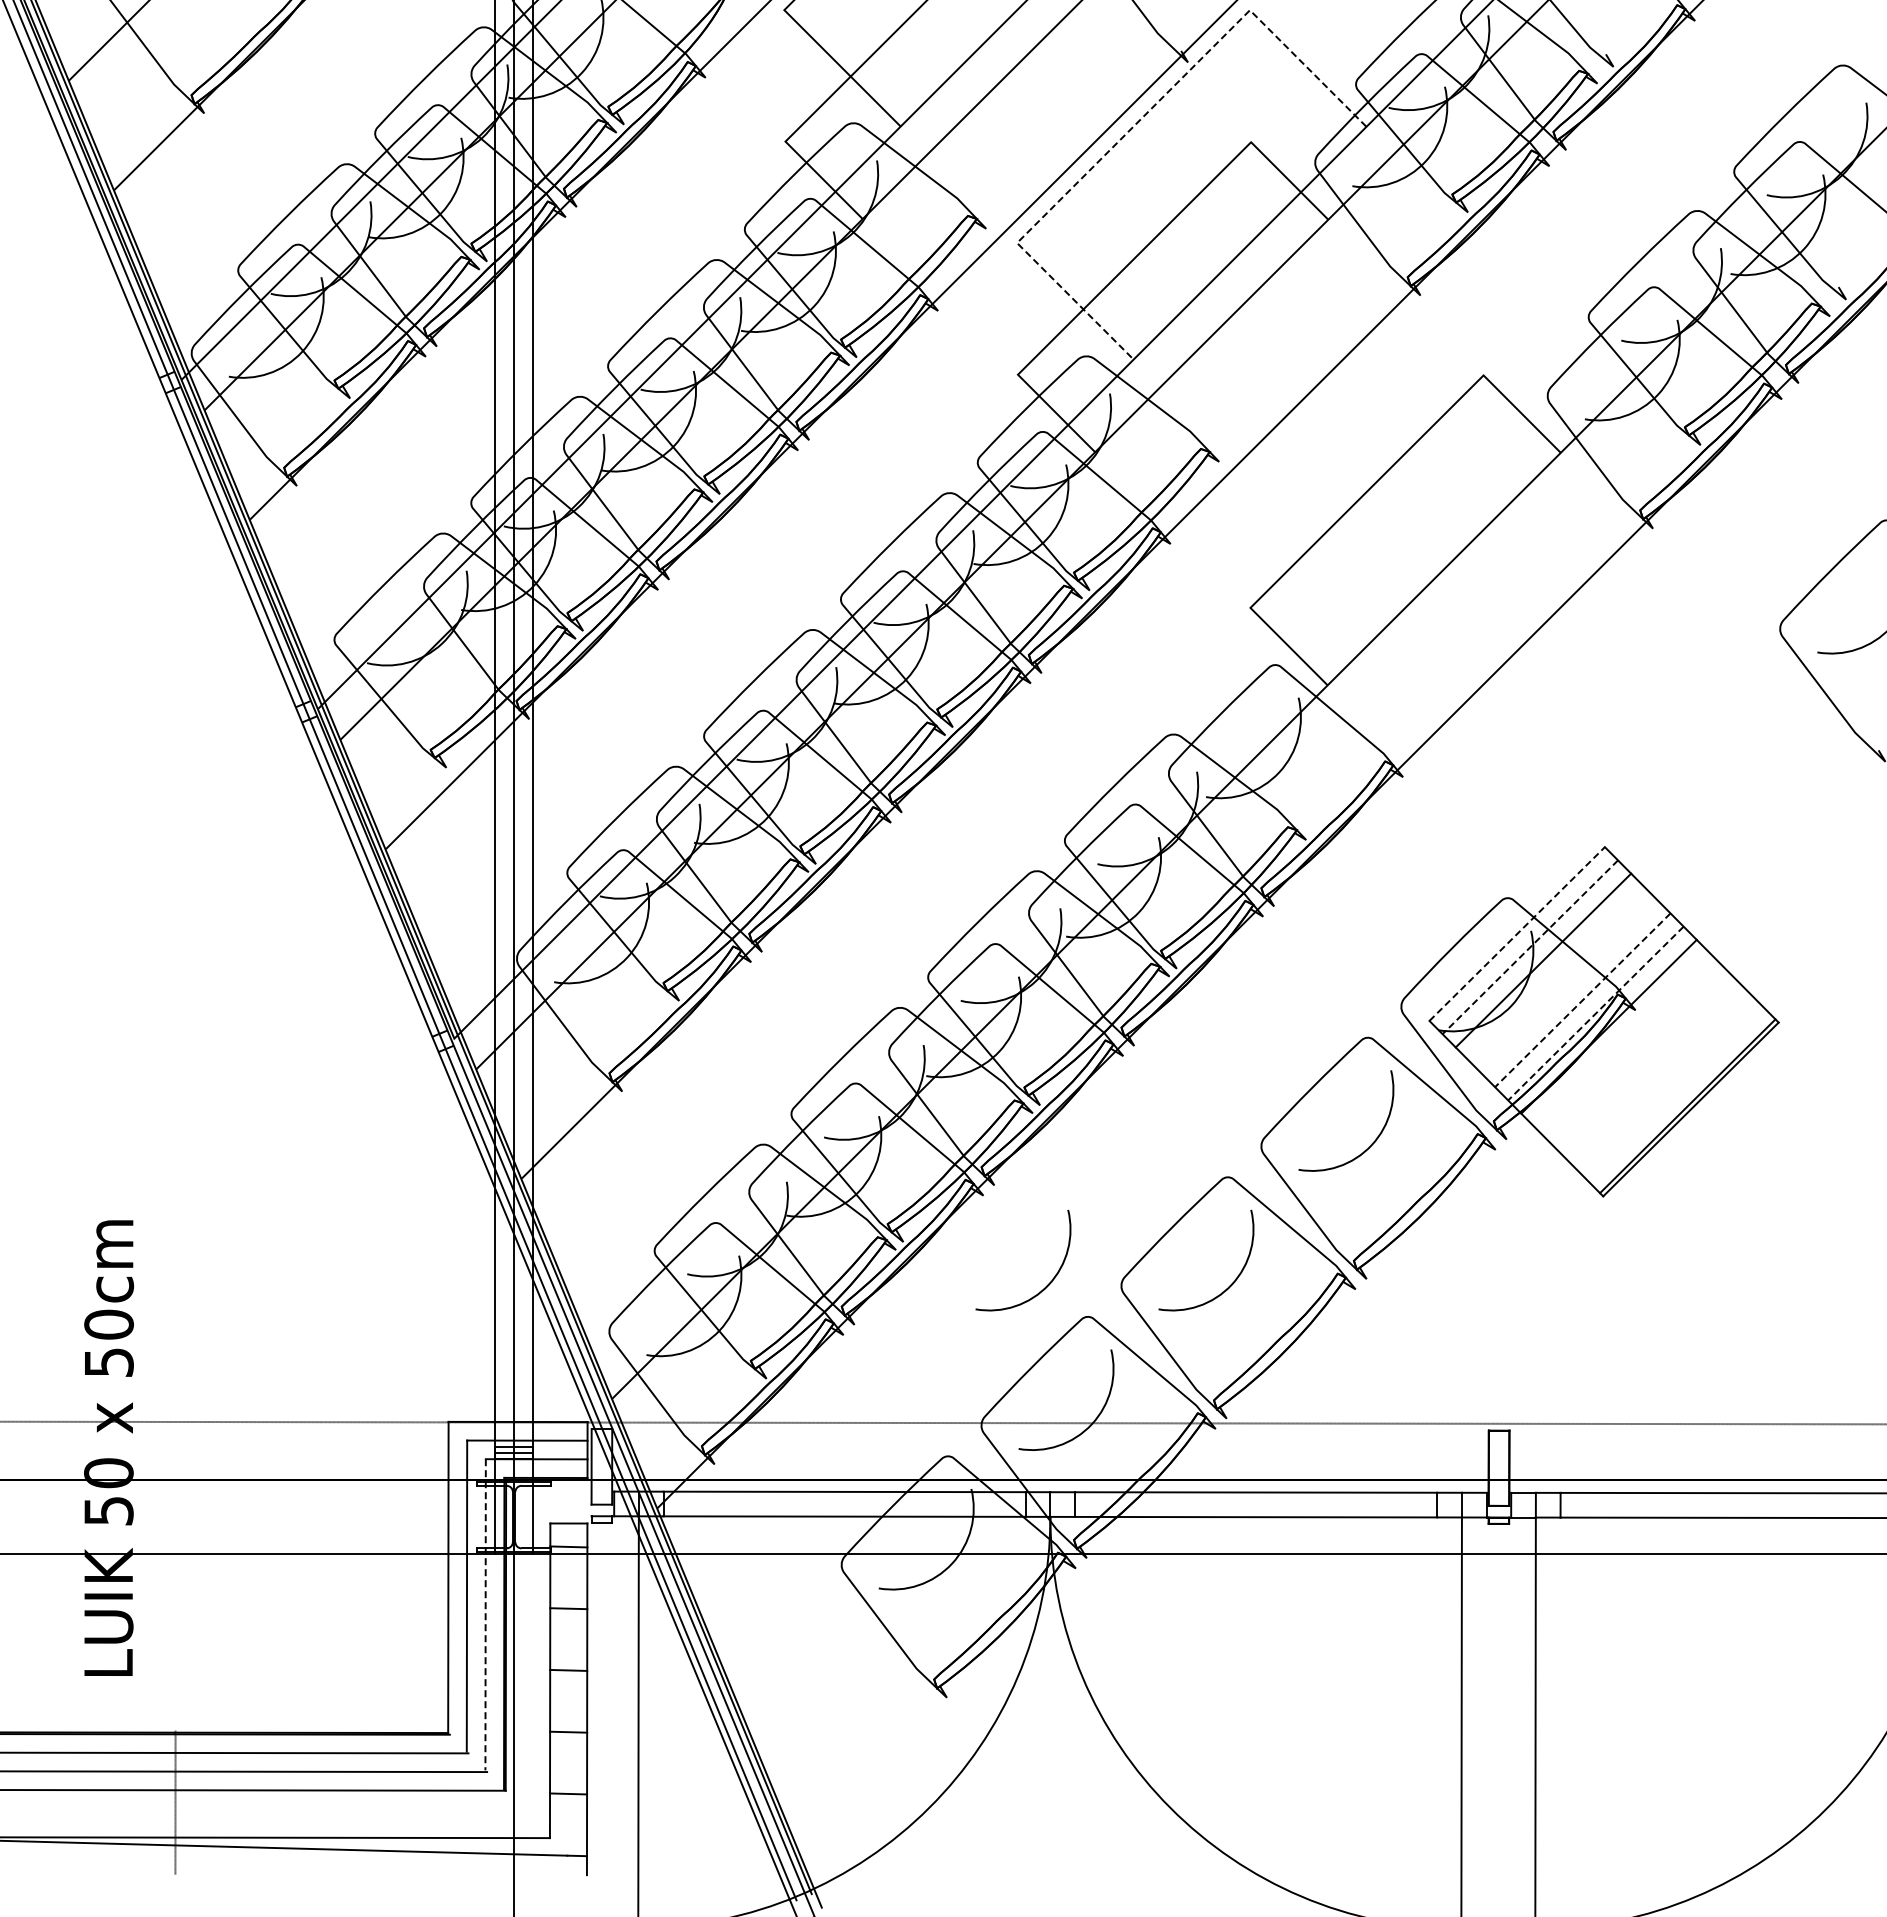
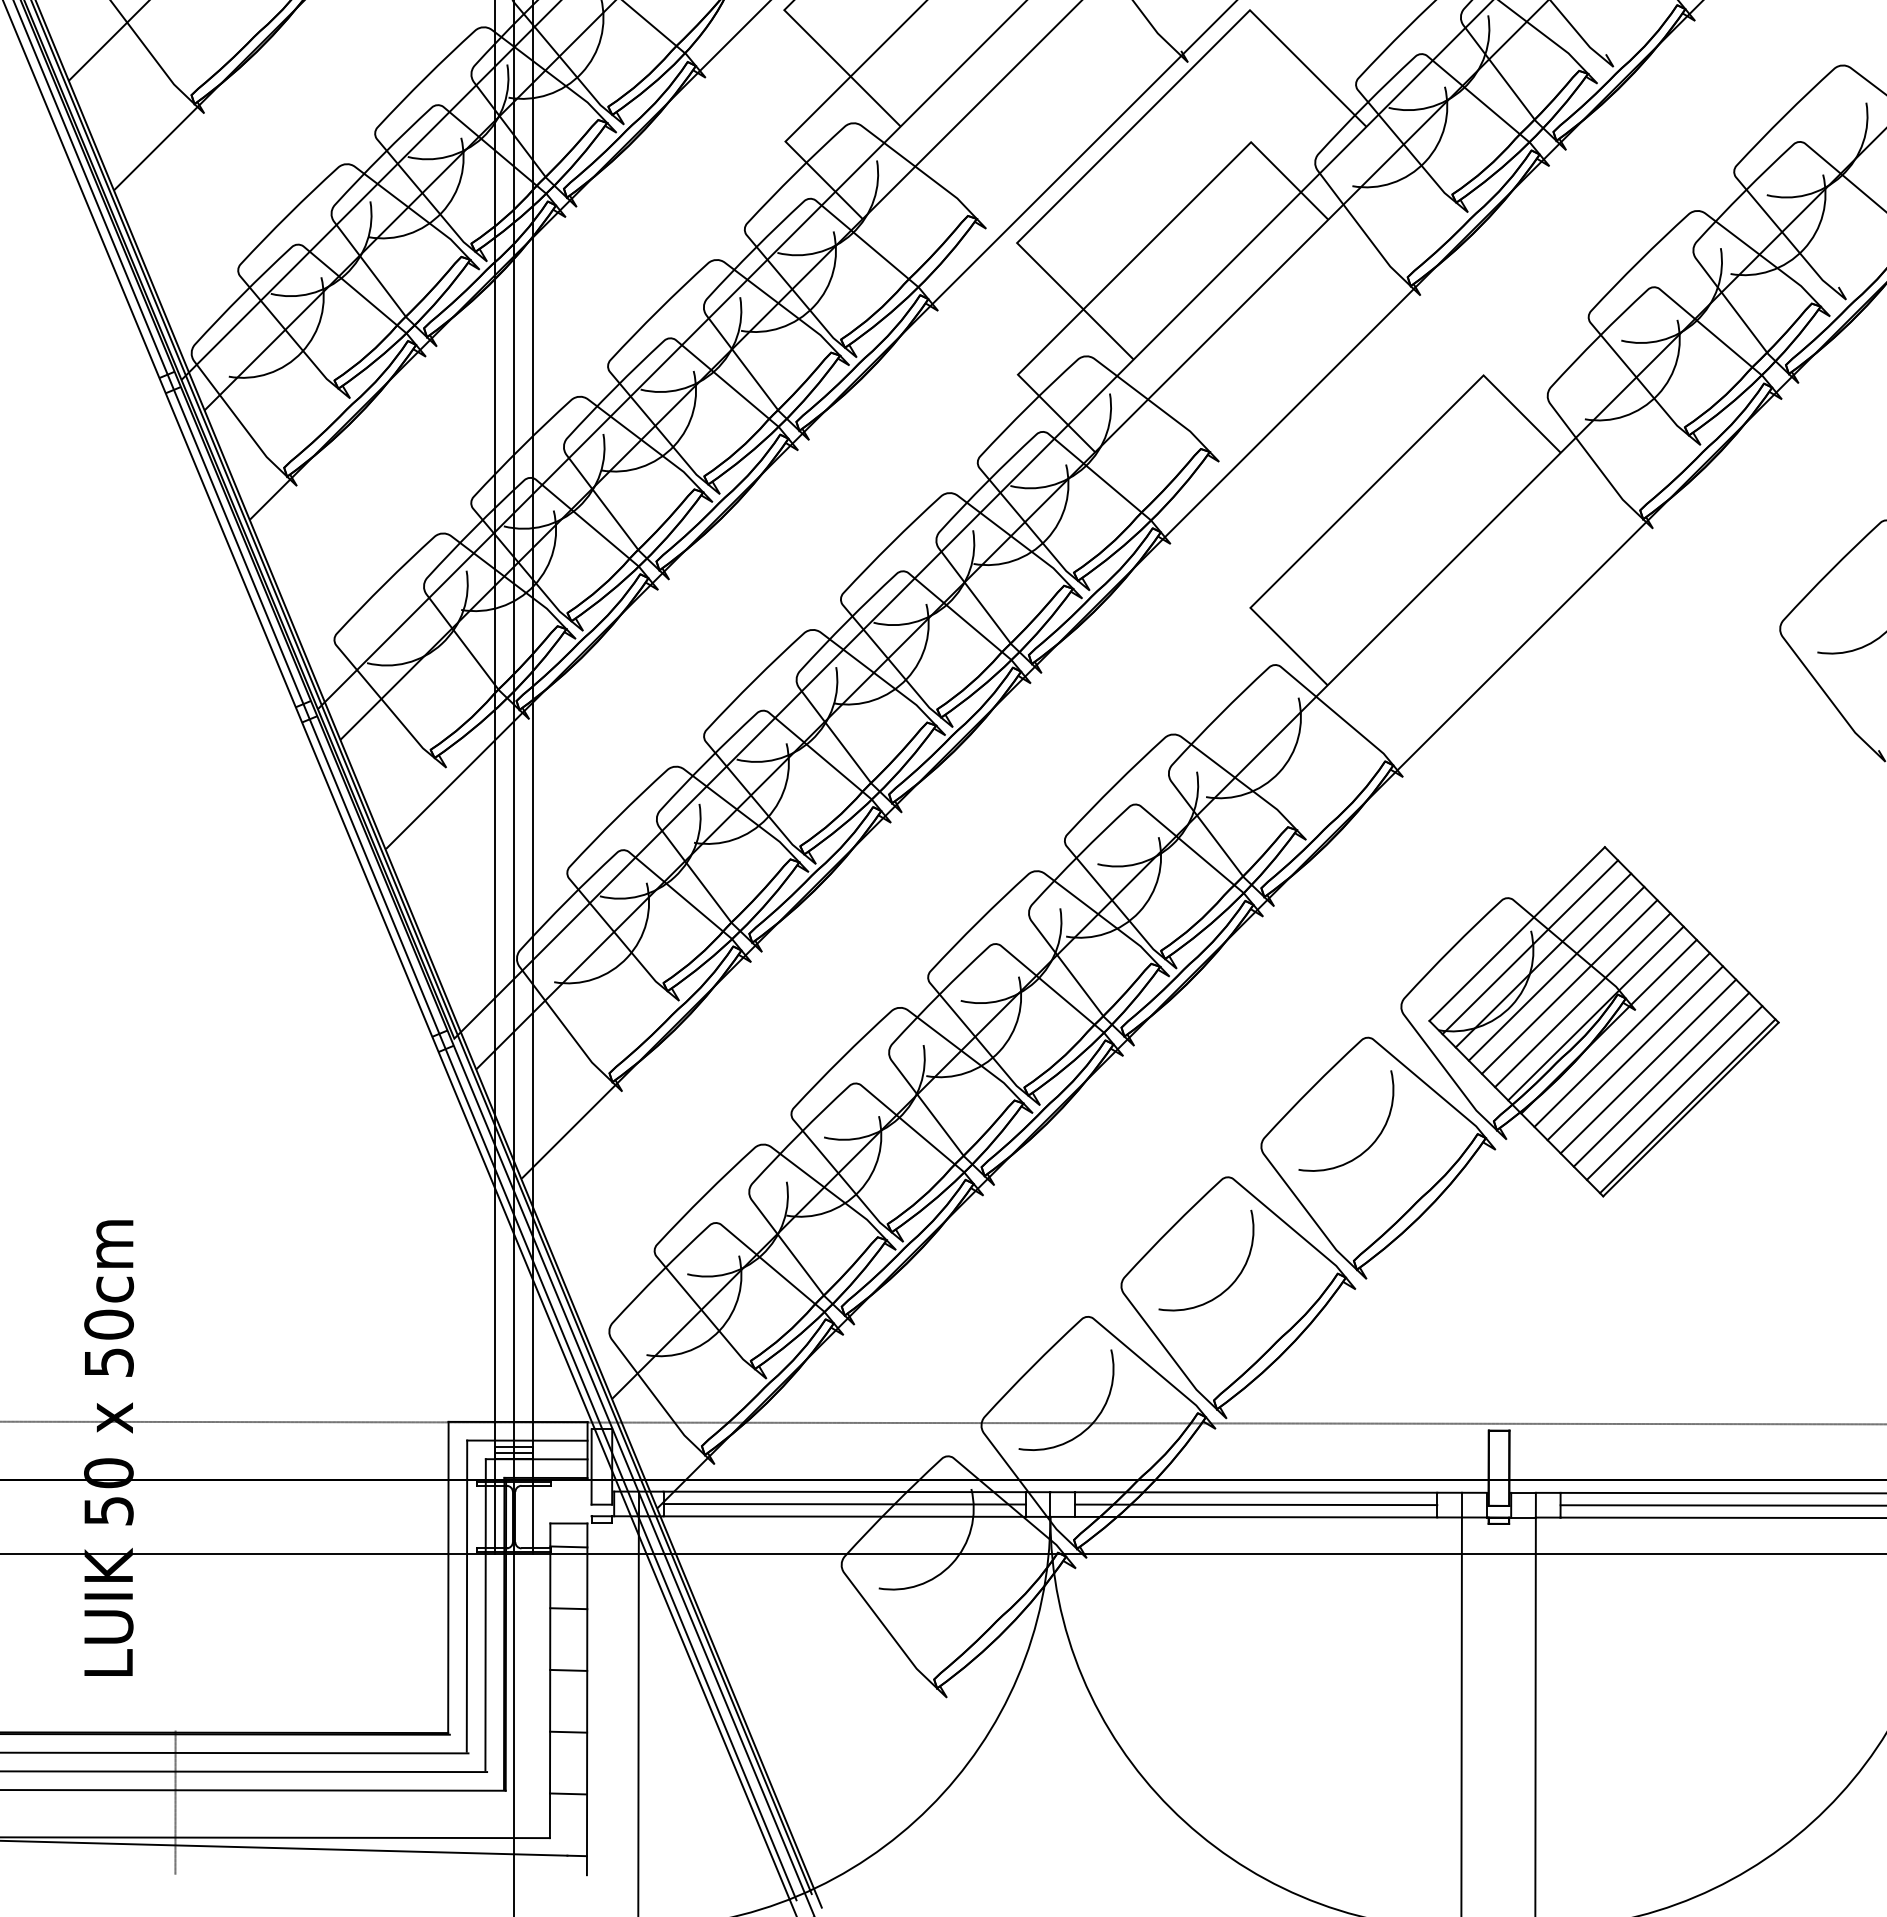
line at (1133, 126): dashed -> solid
line at (1517, 933): dashed -> solid
line at (1529, 947): dashed -> solid
line at (1556, 973): none -> present
line at (1569, 986): none -> present
line at (1582, 1000): dashed -> solid
line at (1595, 1013): dashed -> solid
line at (1621, 1039): none -> present
line at (1634, 1053): none -> present
line at (1648, 1066): none -> present
line at (1661, 1079): none -> present
line at (1674, 1092): none -> present
curve at (1047, 1284): present -> none
line at (844, 1504): none -> present
line at (1256, 1504): none -> present
line at (1721, 1505): none -> present
line at (485, 1614): dashed -> solid
